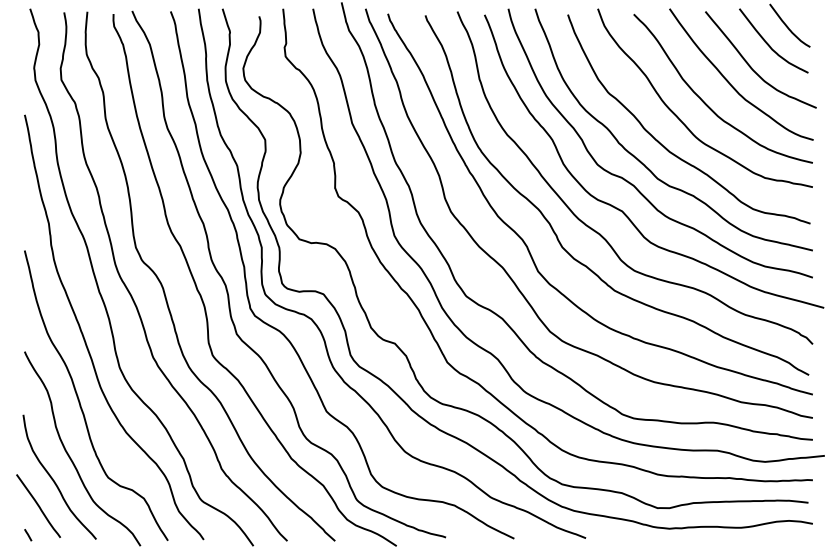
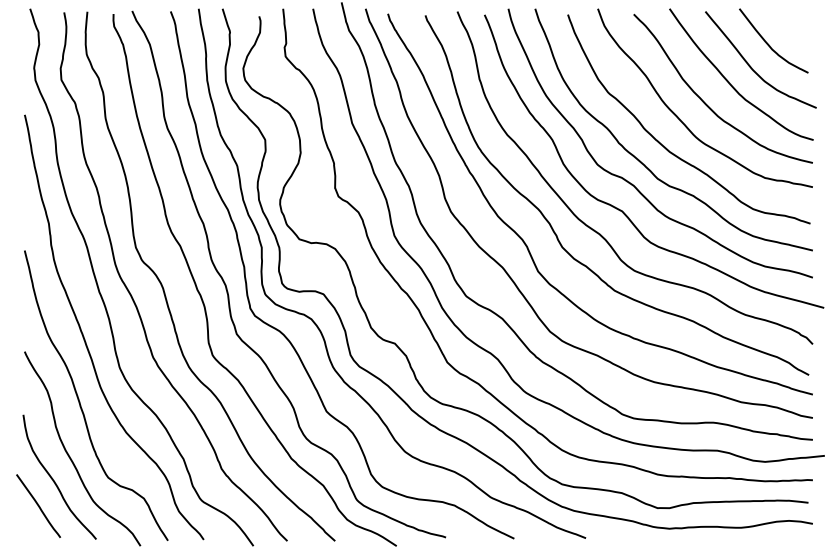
curve at (788, 26): present -> none
line at (28, 535): present -> none
